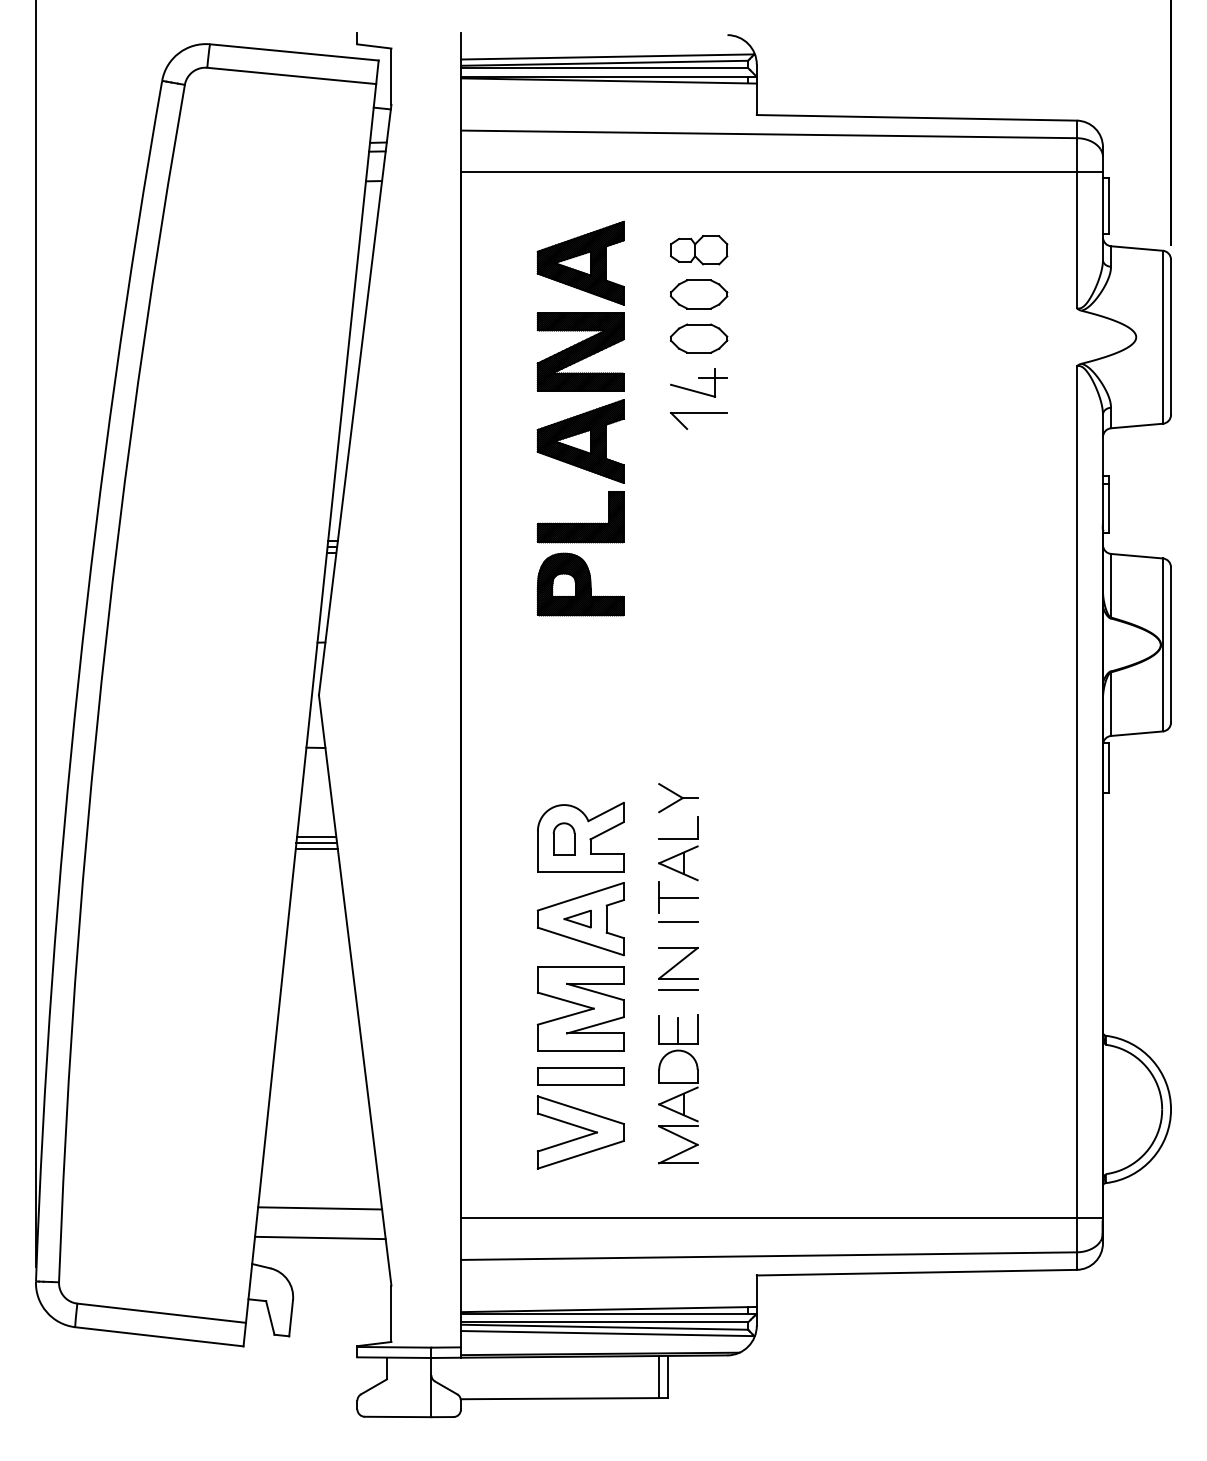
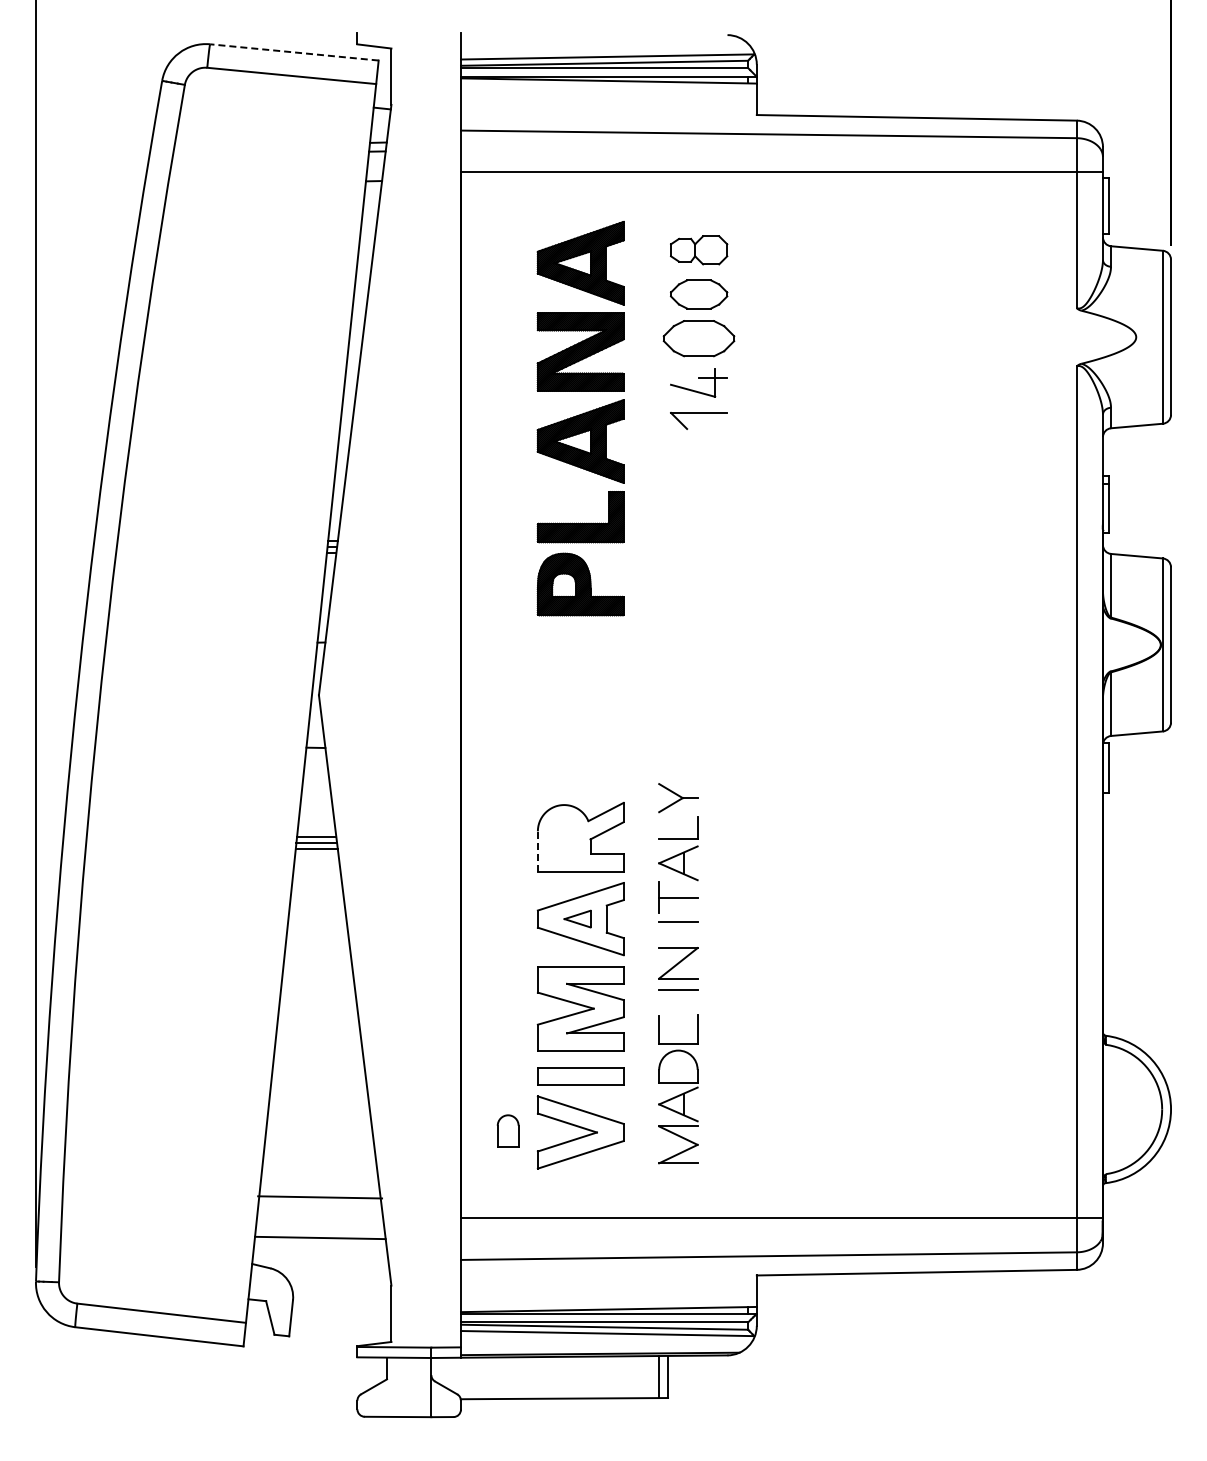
line at (294, 52): solid -> dashed
part at (699, 338) size: 59x31 px -> 74x38 px
part at (563, 838) position: (563, 838) -> (507, 1130)
line at (537, 850): solid -> dashed
line at (678, 1030): present -> none
line at (320, 1208) position: (320, 1208) -> (320, 1197)
